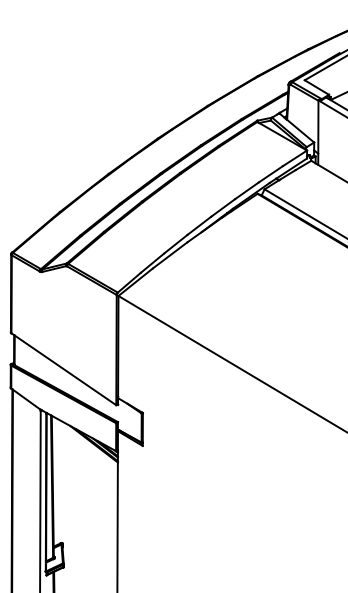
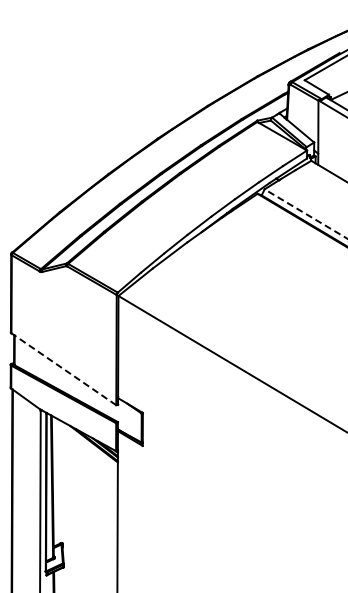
line at (305, 213): solid -> dashed
line at (63, 369): solid -> dashed
